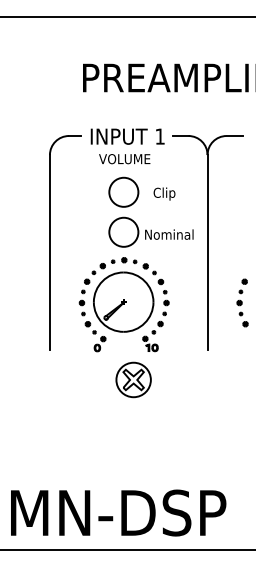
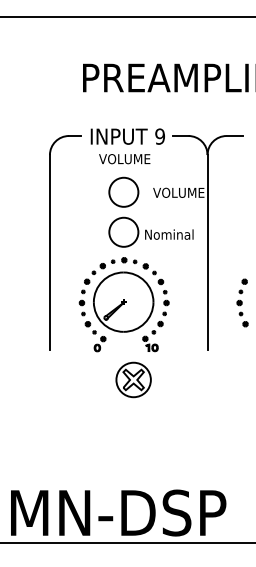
text at (159, 136): 1 -> 9
text at (178, 193): Clip -> VOLUME
line at (127, 549) position: (127, 549) -> (127, 542)
